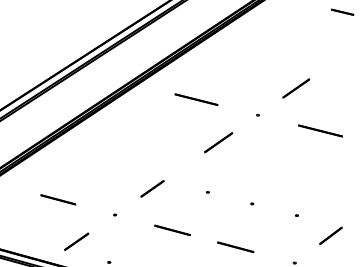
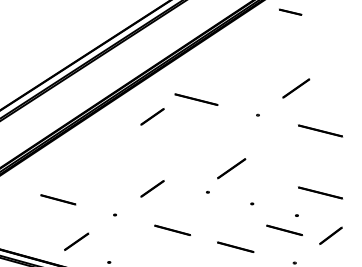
line at (342, 11) position: (342, 11) -> (290, 11)
line at (152, 116): none -> present
line at (218, 142) position: (218, 142) -> (231, 168)
line at (320, 192): none -> present
line at (284, 229): none -> present
